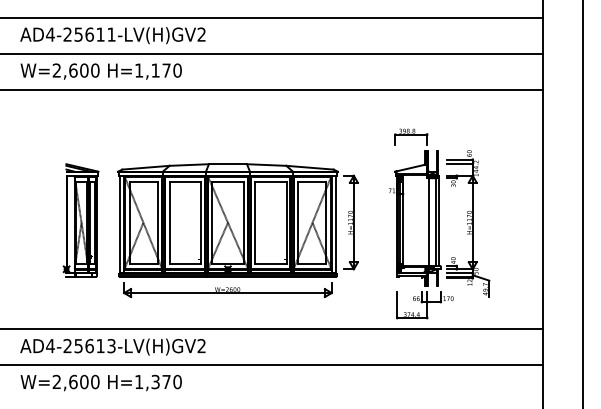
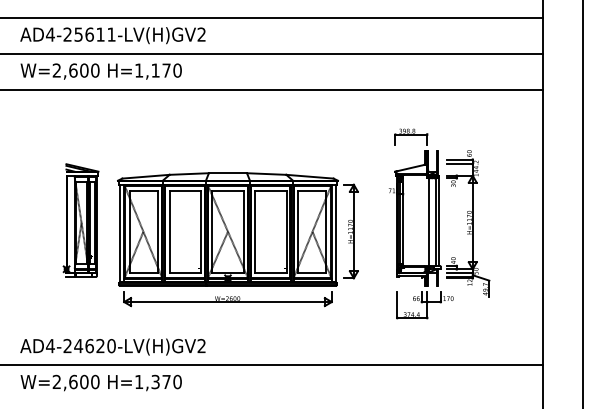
part at (237, 230) position: (237, 230) -> (237, 239)
line at (272, 329): present -> none
text at (94, 346): AD4-25613-LV(H)GV2 -> AD4-24620-LV(H)GV2
